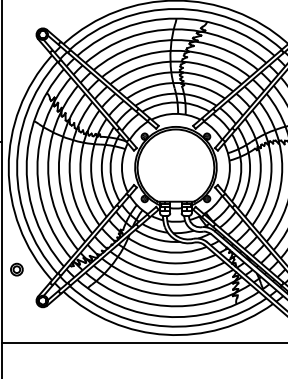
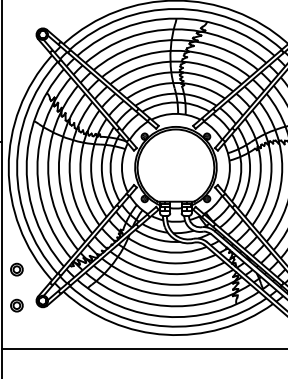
part at (16, 305): none -> present
line at (143, 342) position: (143, 342) -> (143, 348)
